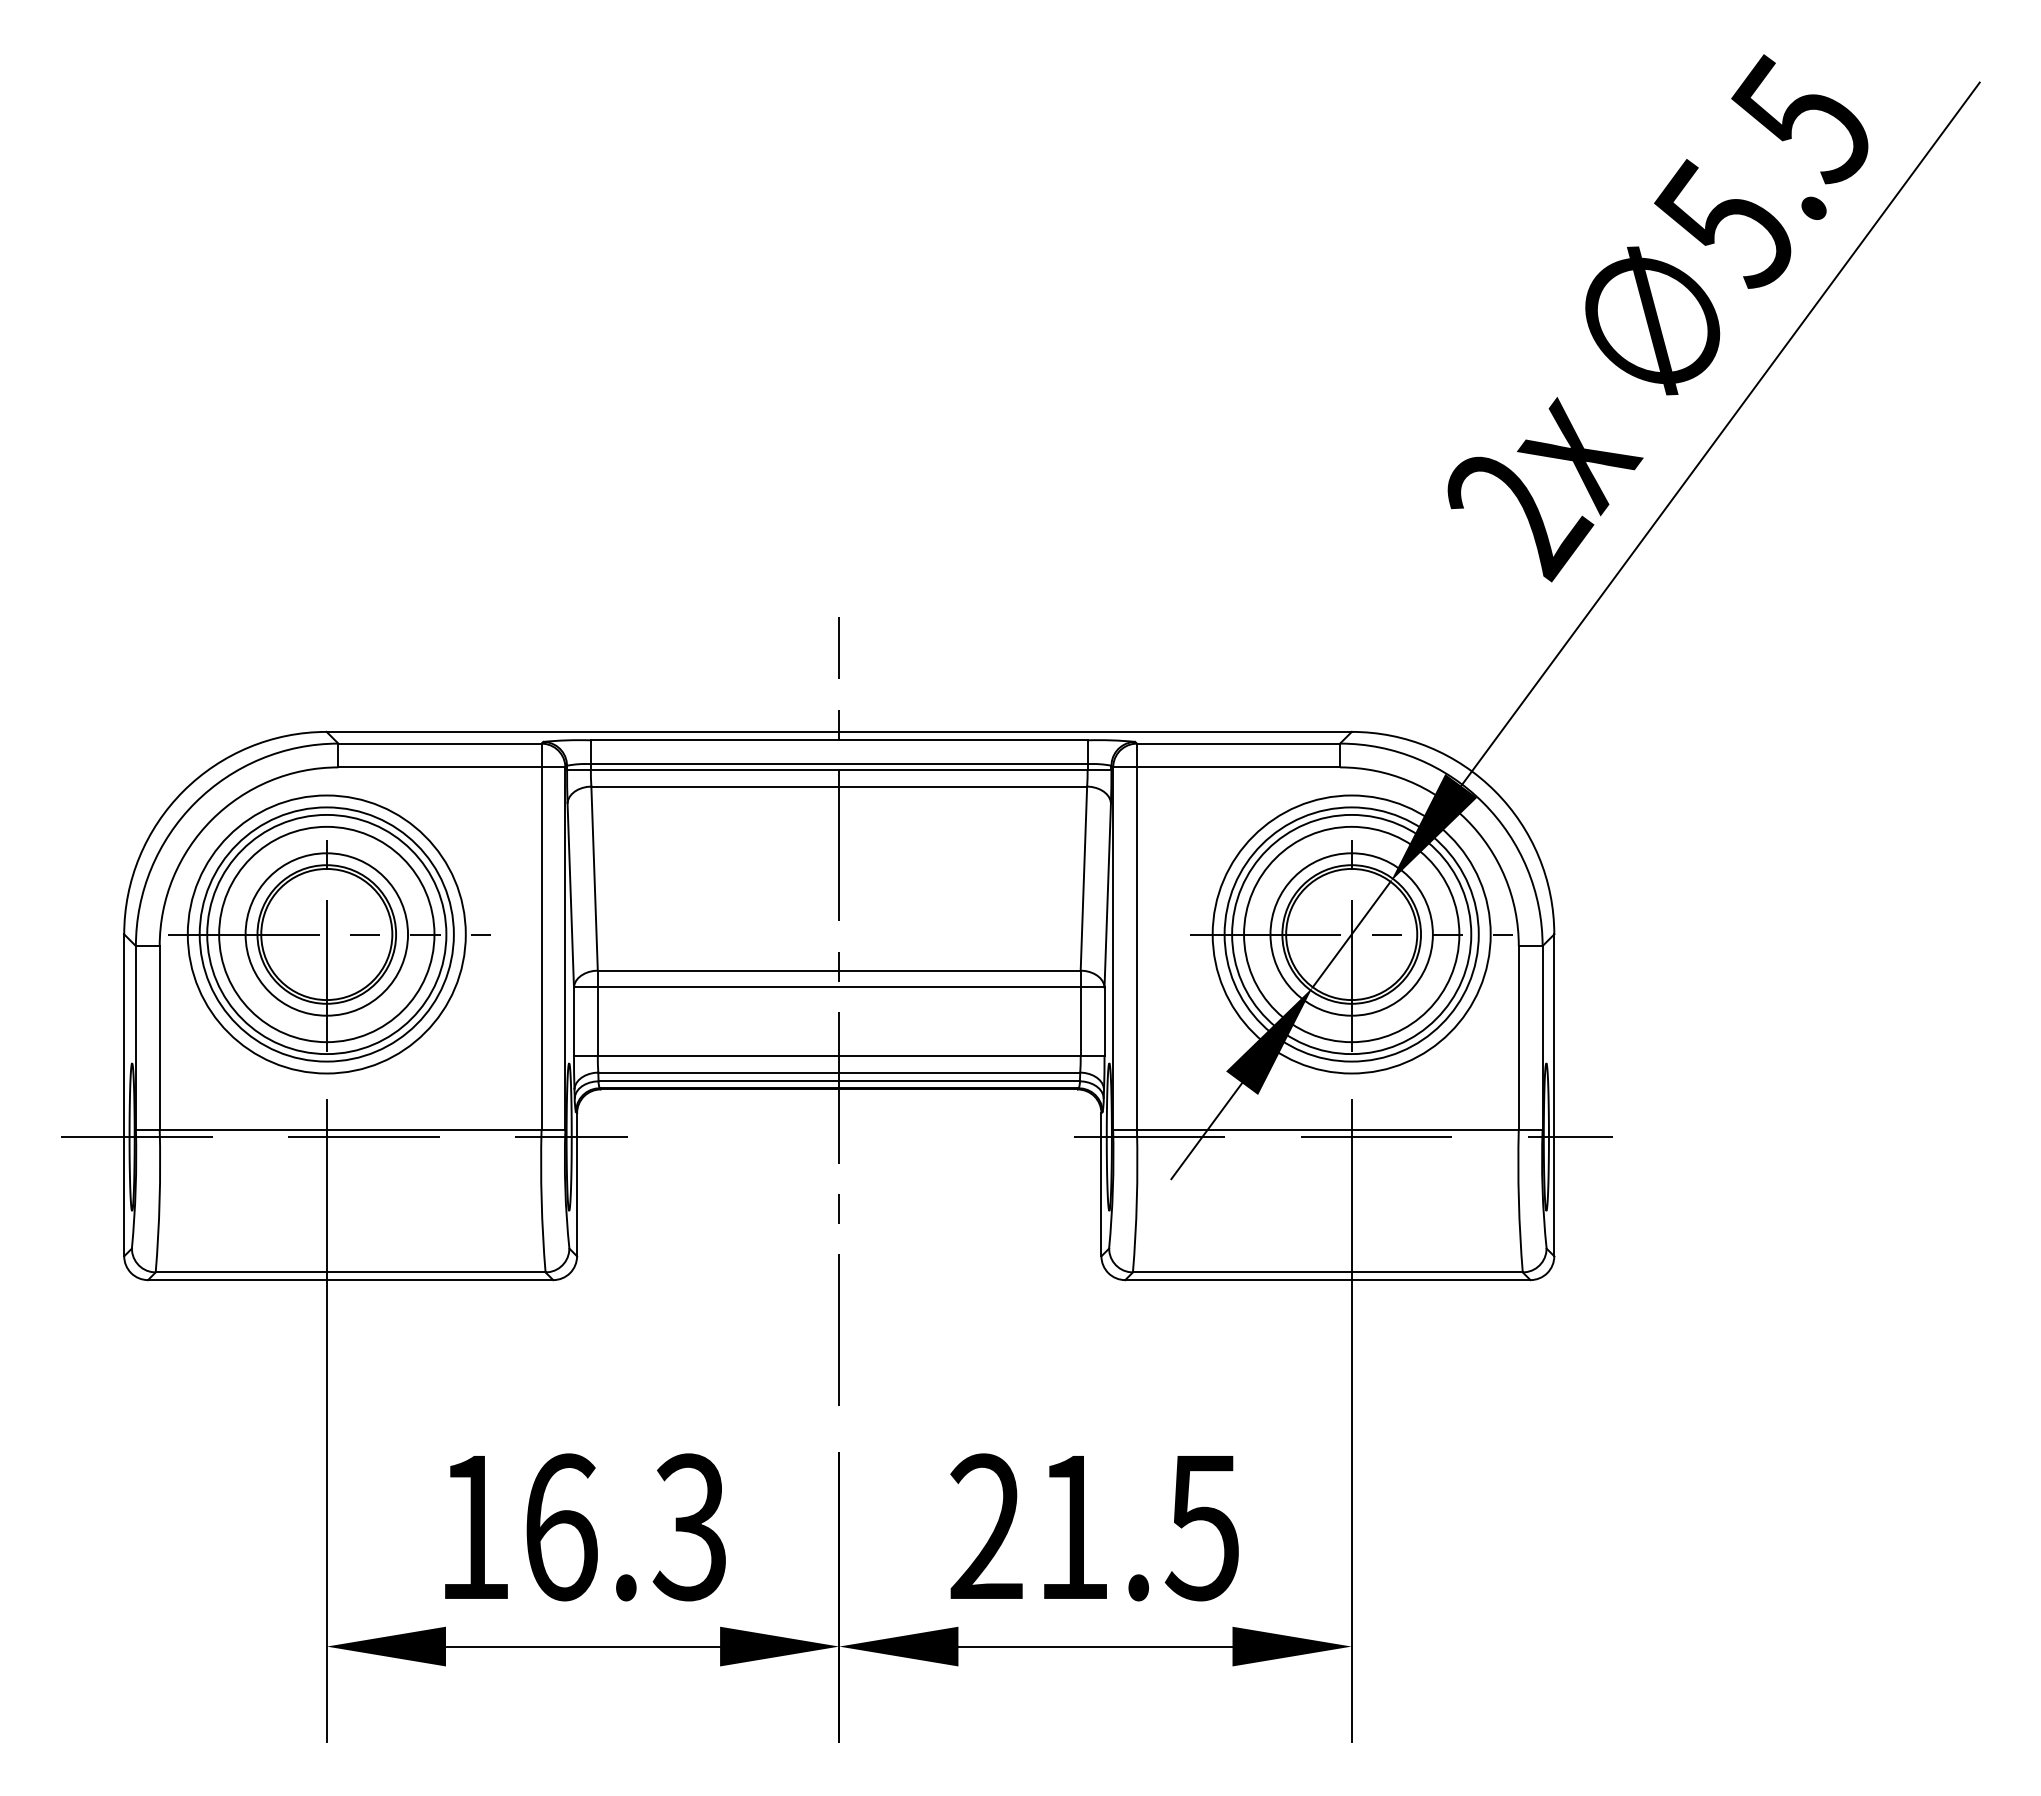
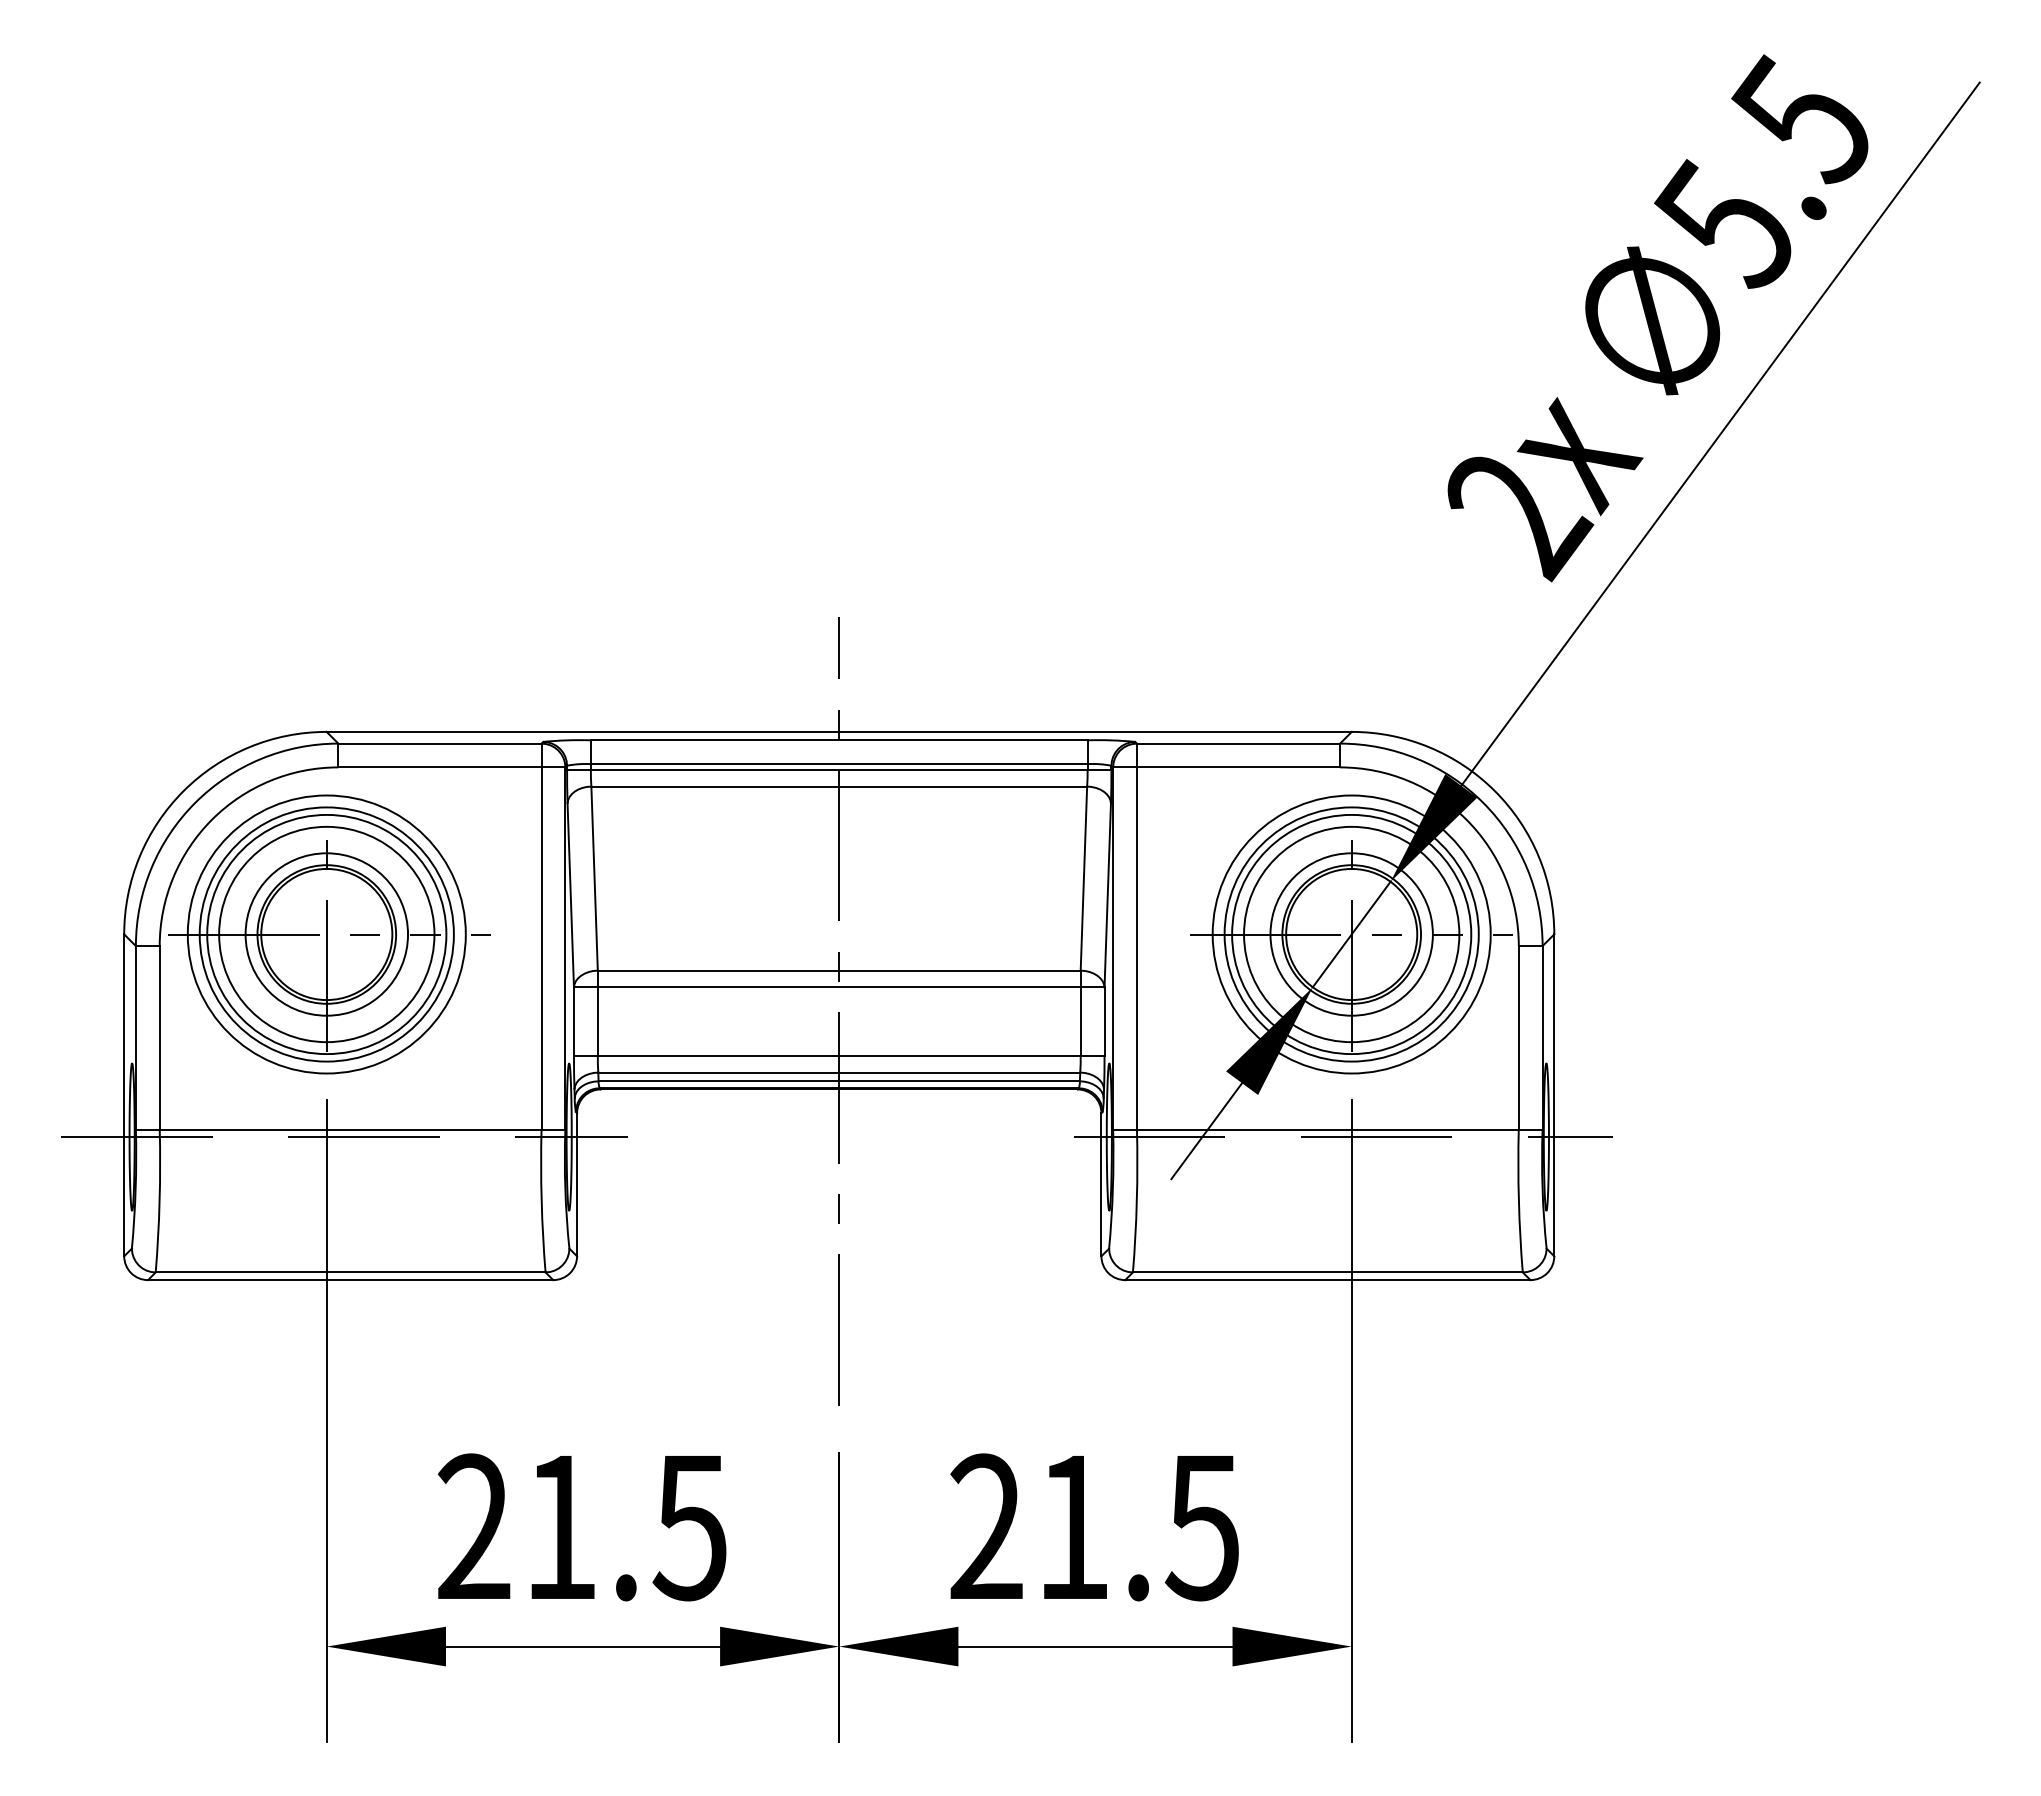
text at (581, 1527): 16.3 -> 21.5
